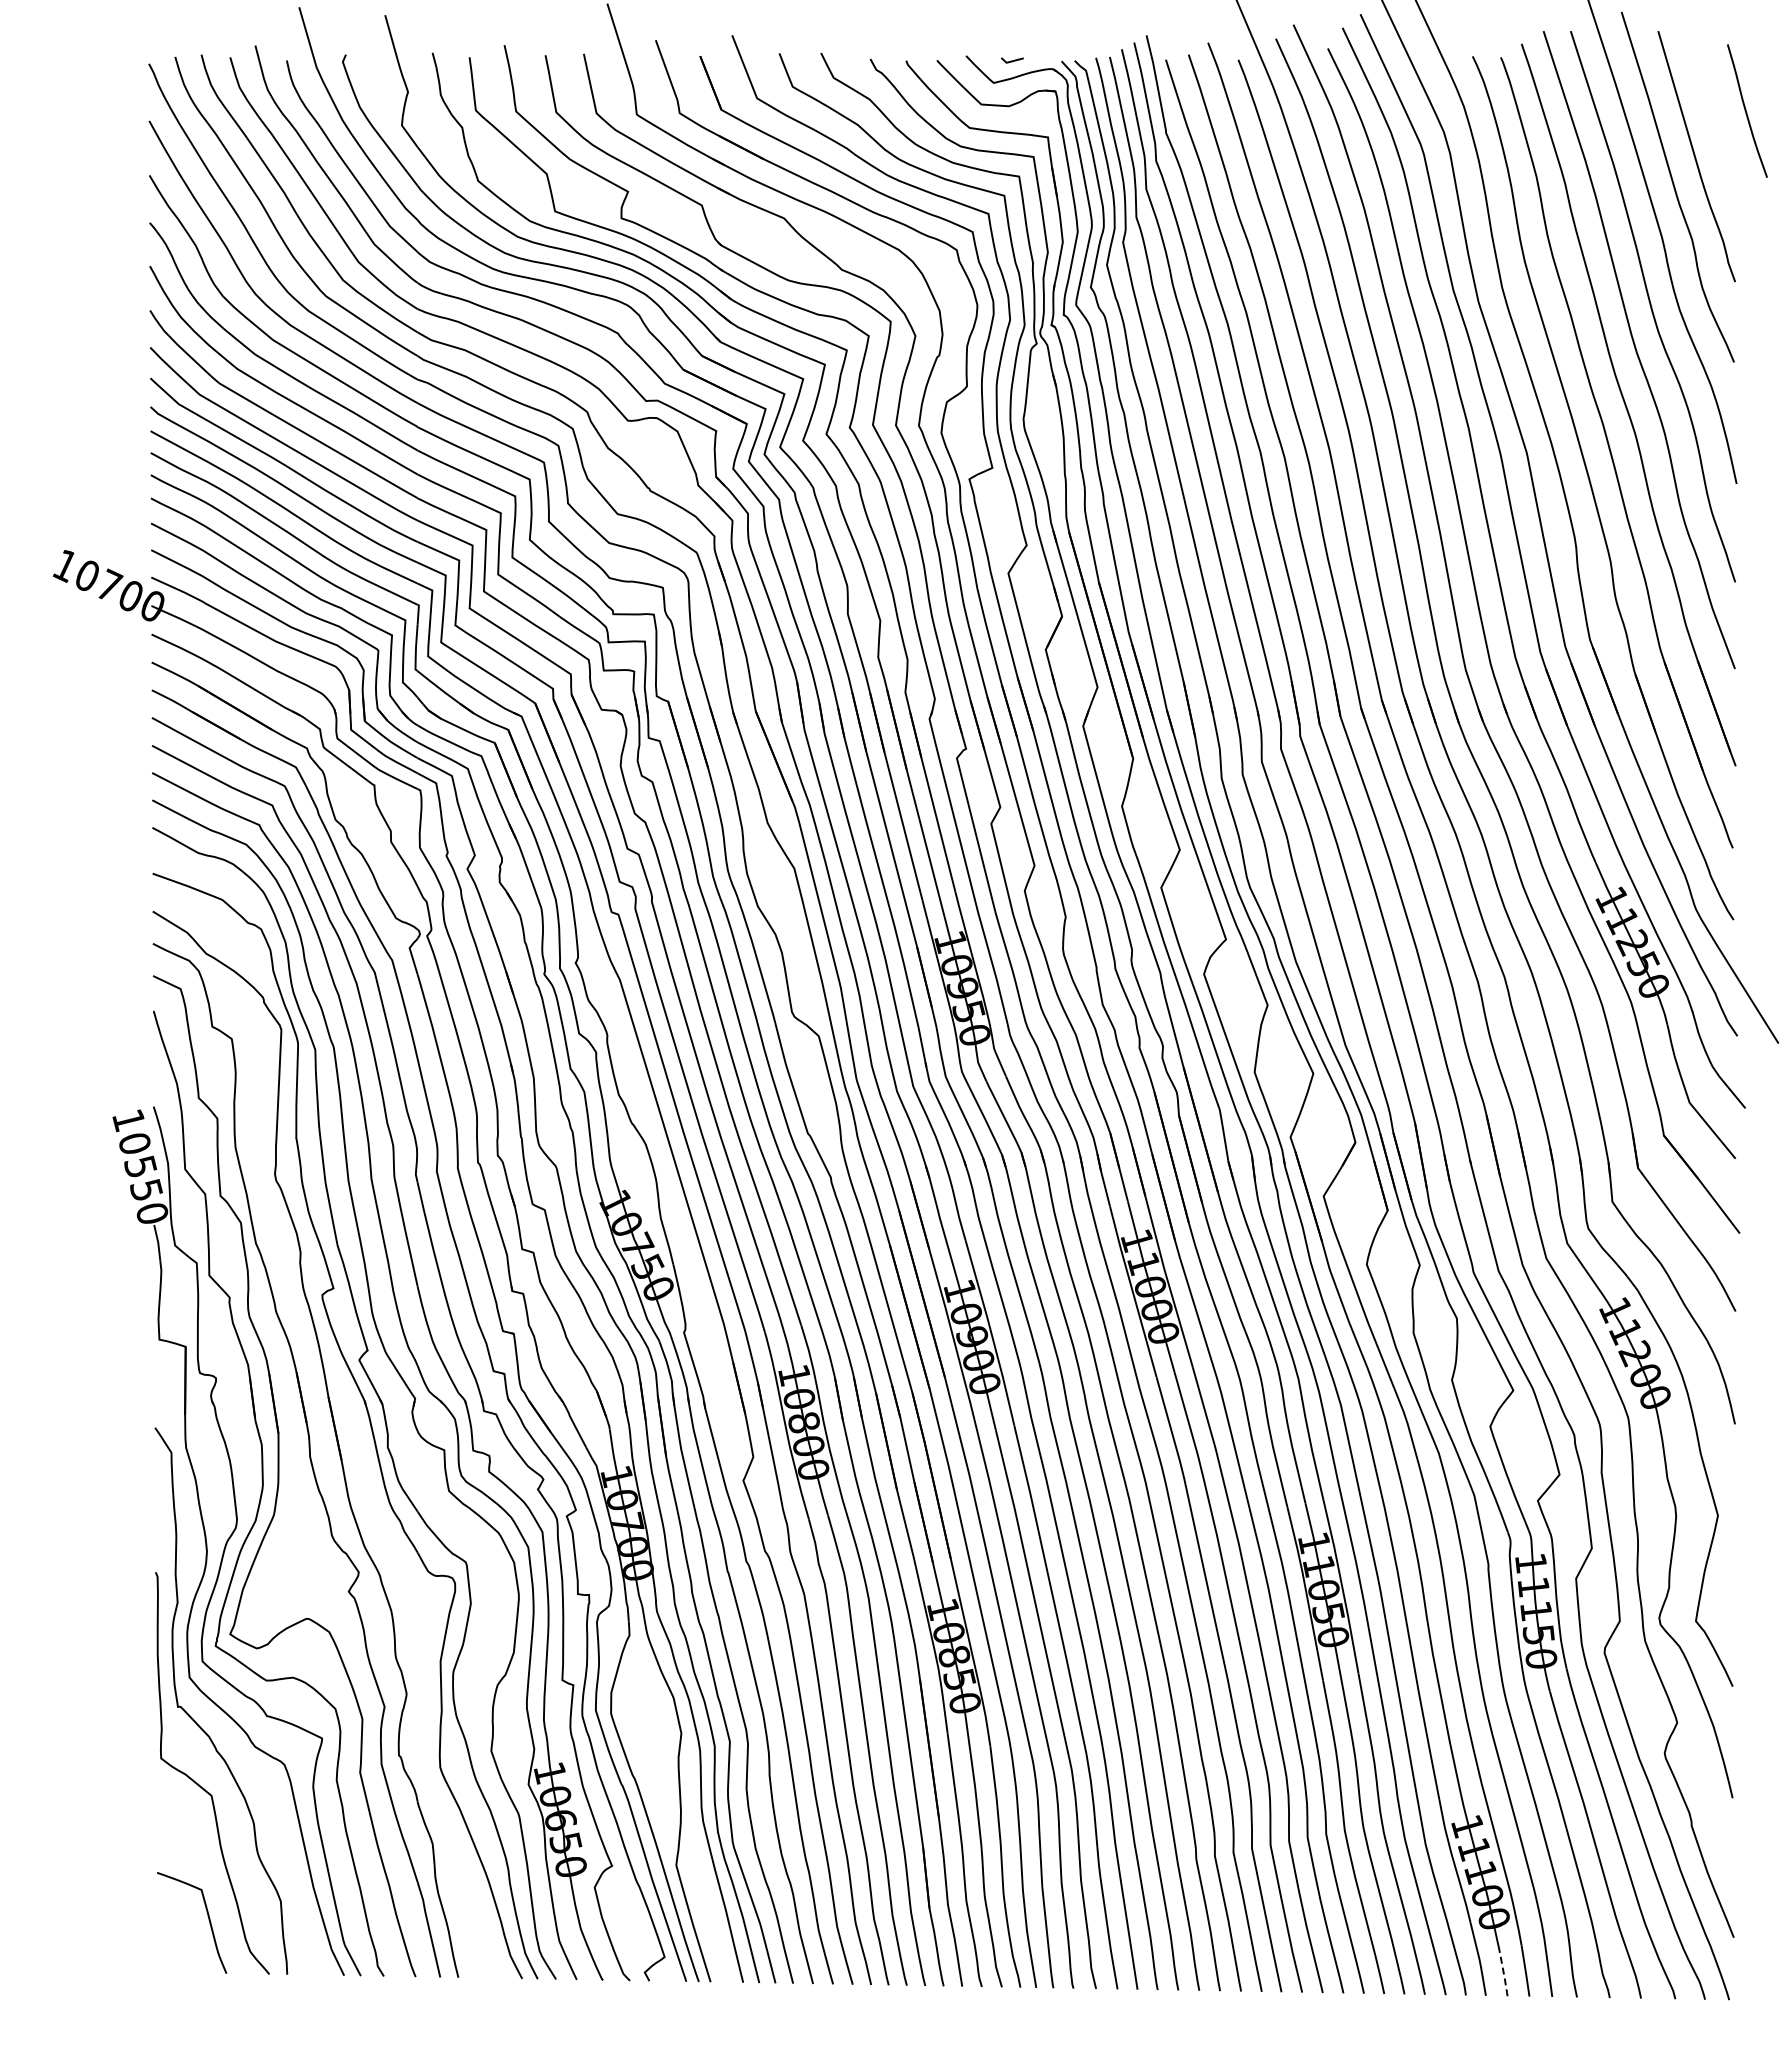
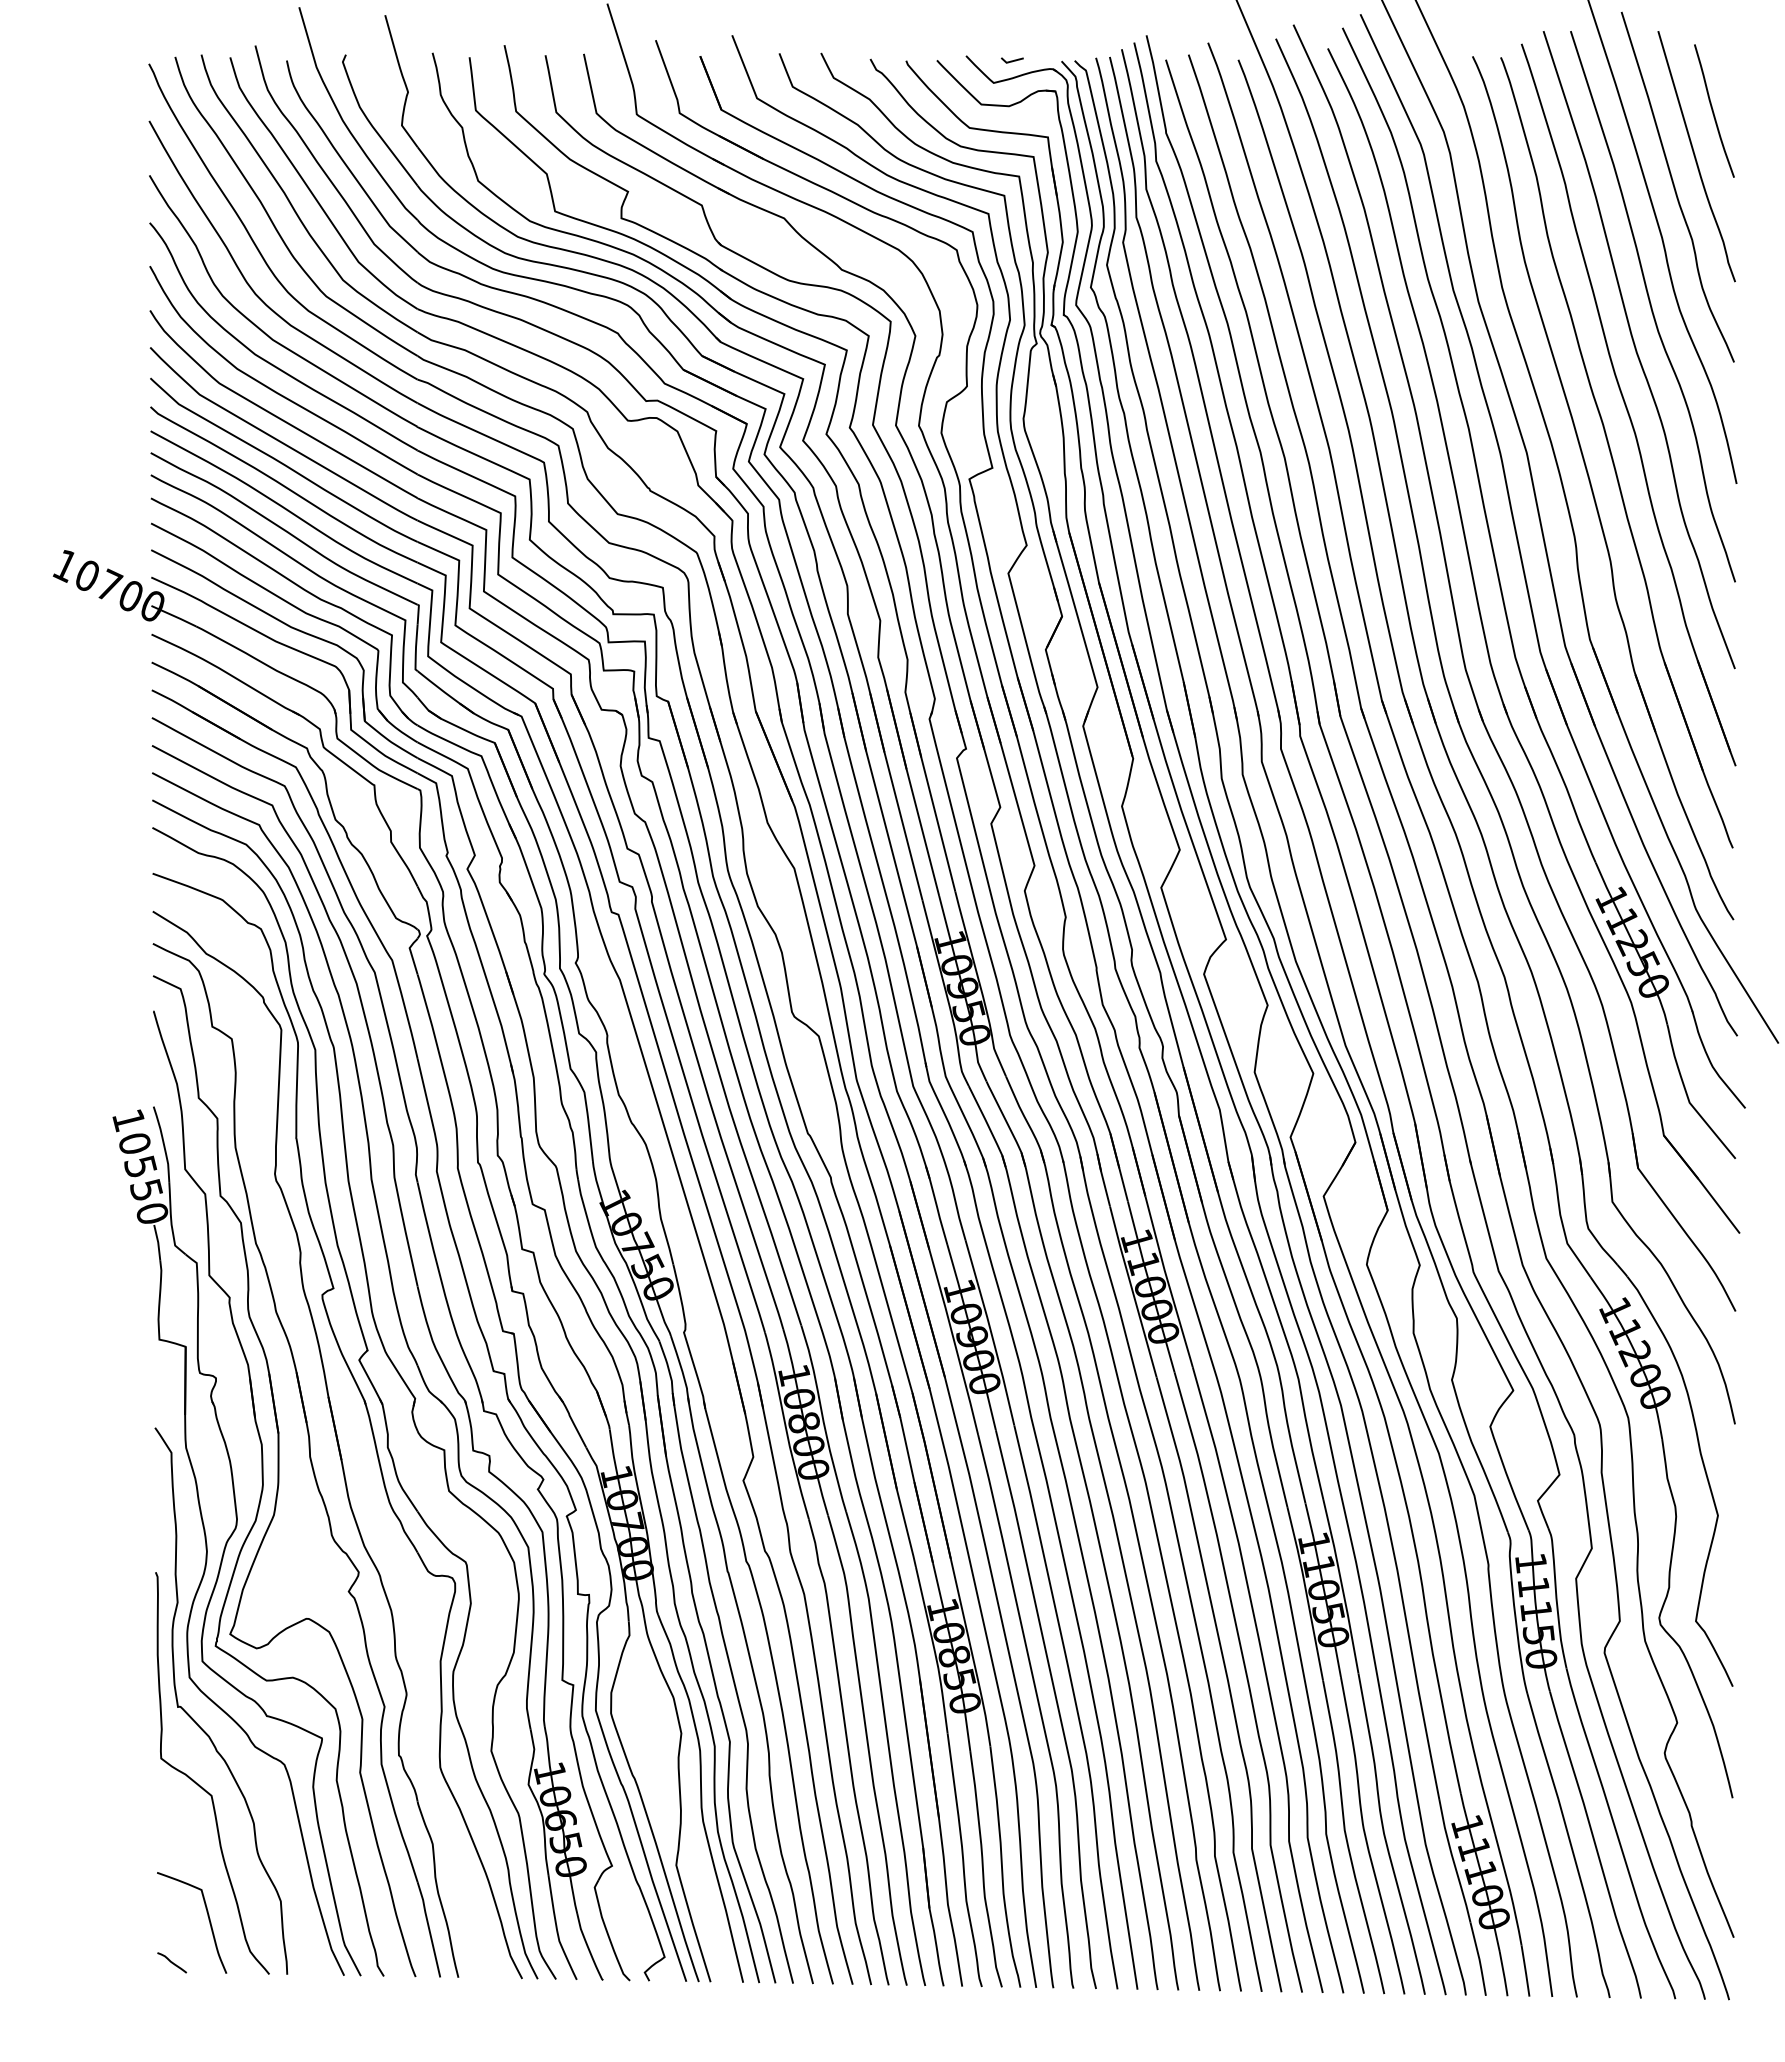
curve at (1746, 110) position: (1746, 110) -> (1713, 110)
line at (171, 1962): none -> present
line at (1504, 1975): dashed -> solid
